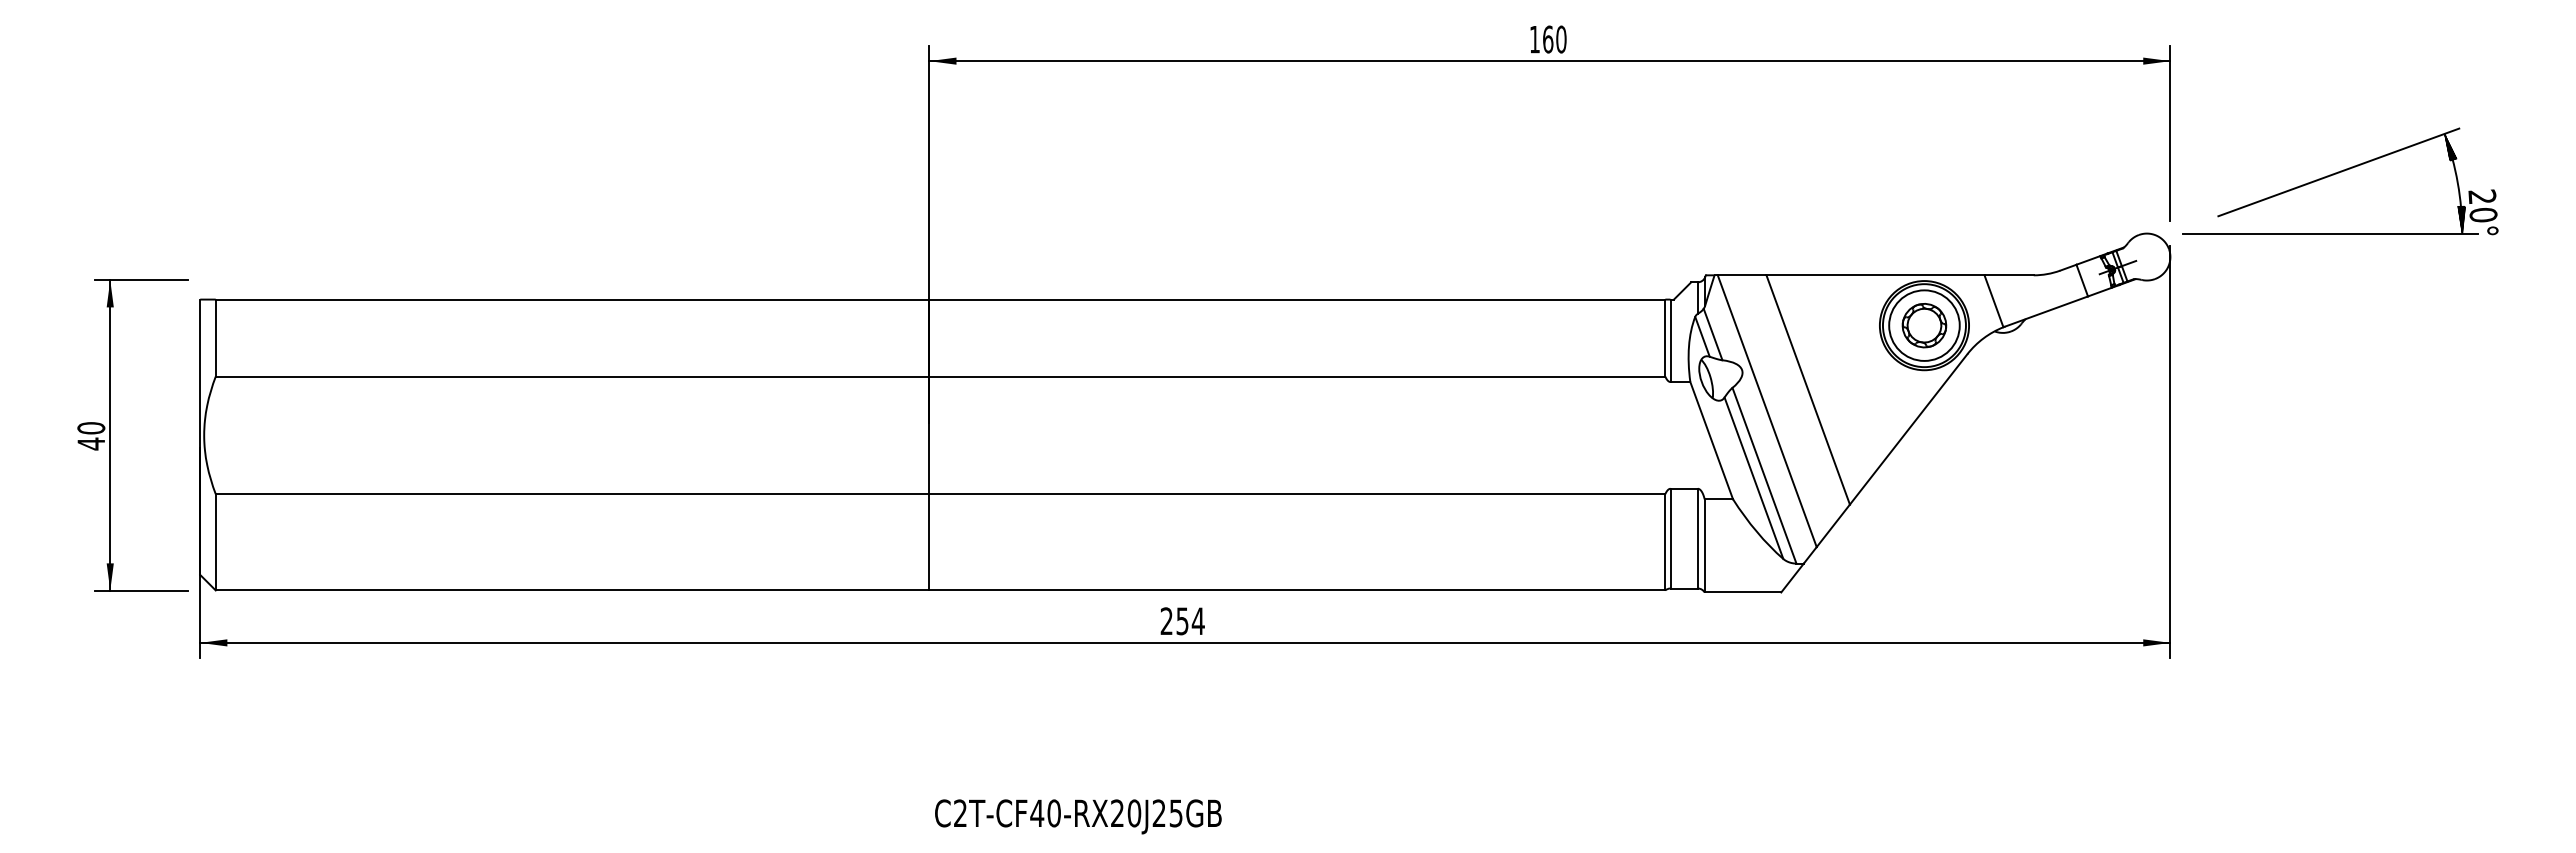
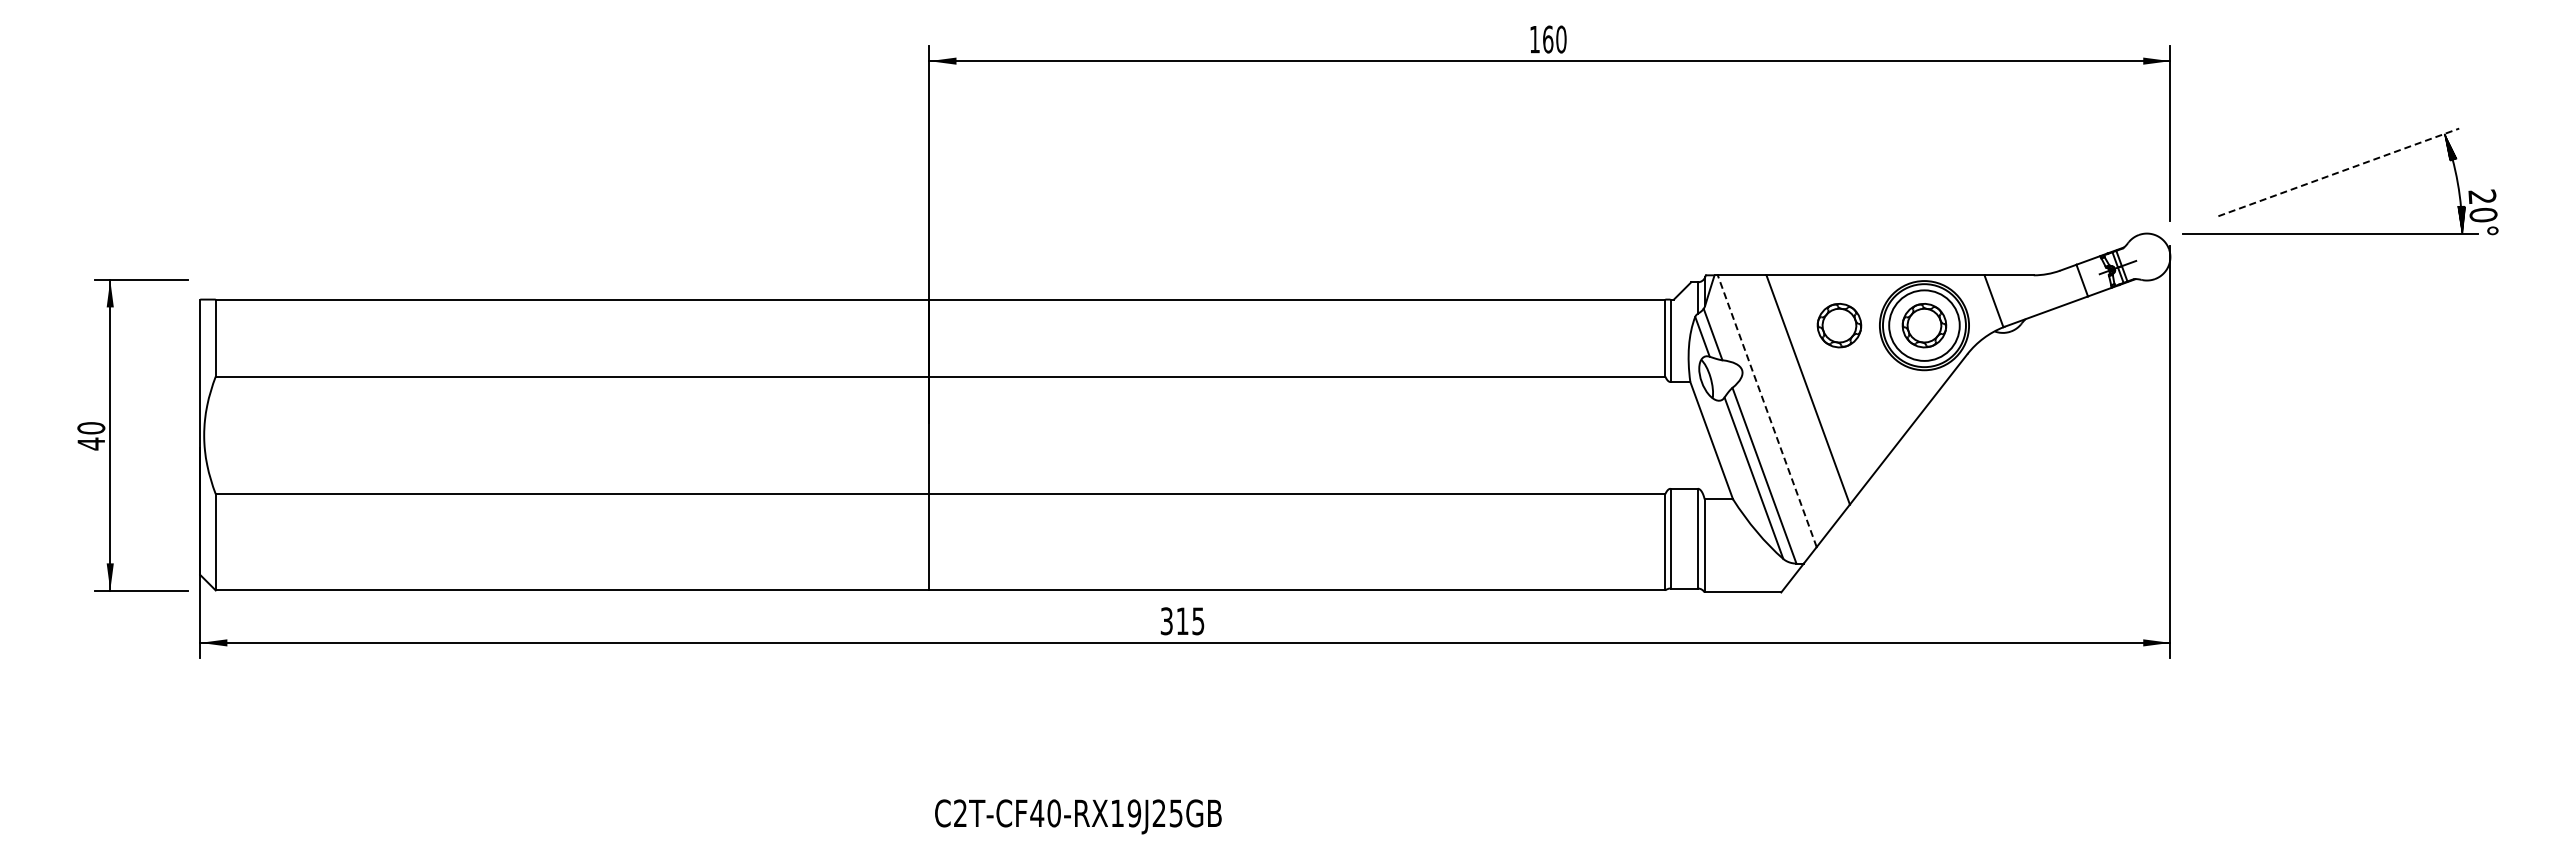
line at (2339, 172): solid -> dashed
part at (1839, 325): none -> present
line at (1767, 411): solid -> dashed
text at (1182, 621): 254 -> 315
text at (1126, 813): C2T-CF40-RX20J25GB -> C2T-CF40-RX19J25GB
